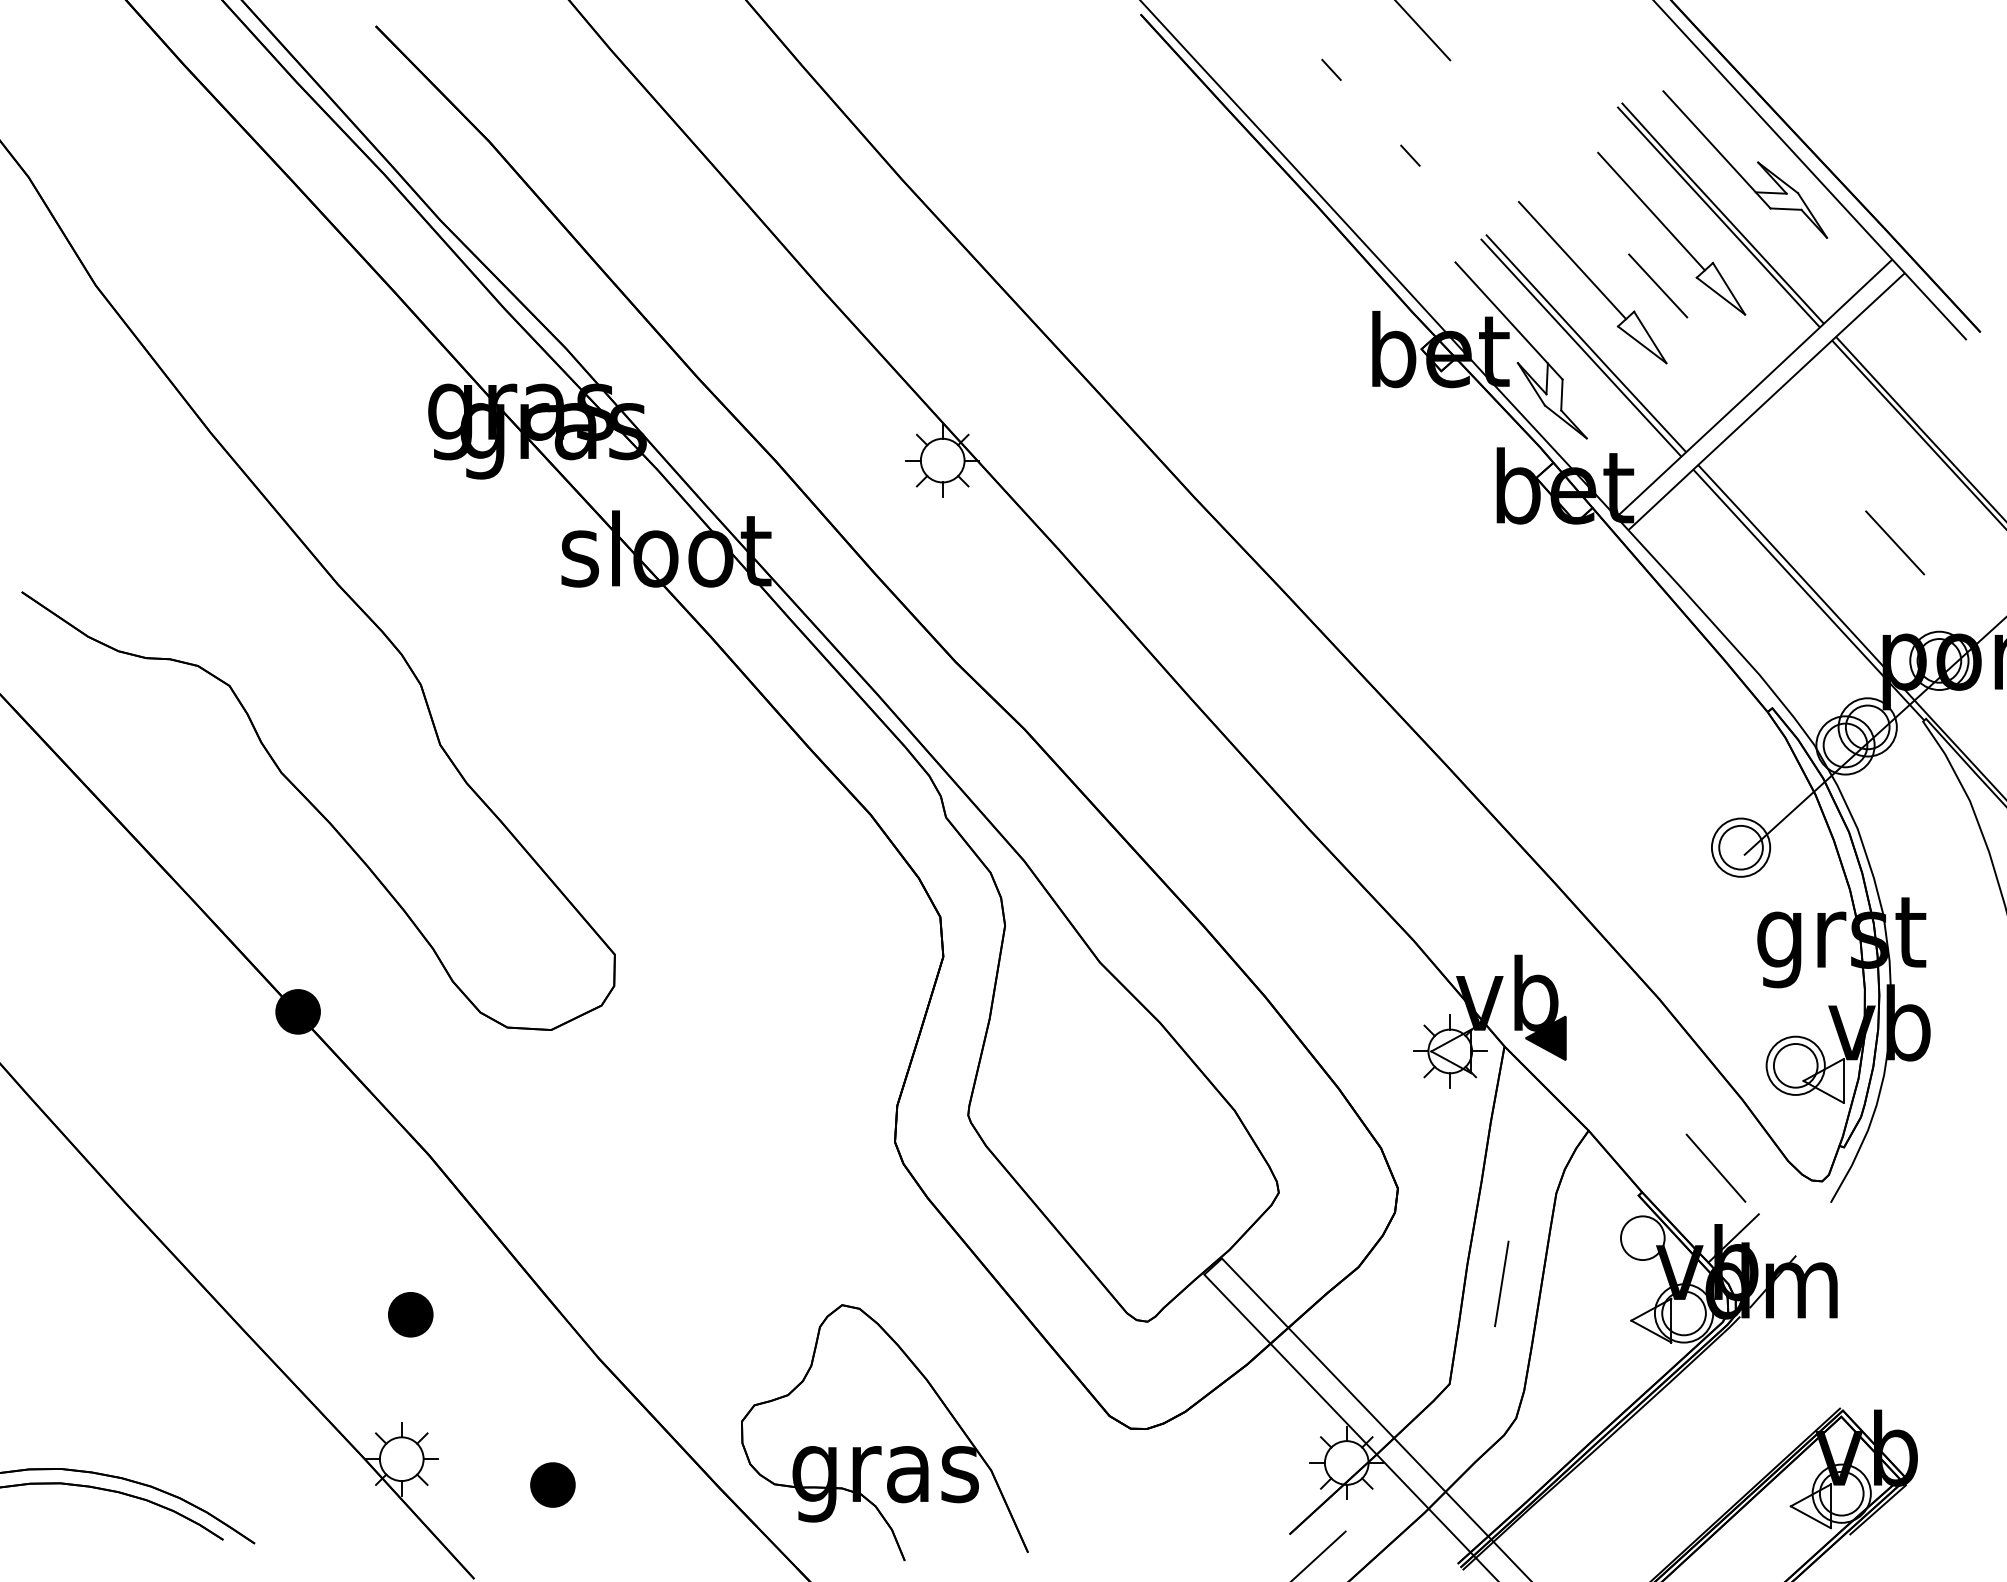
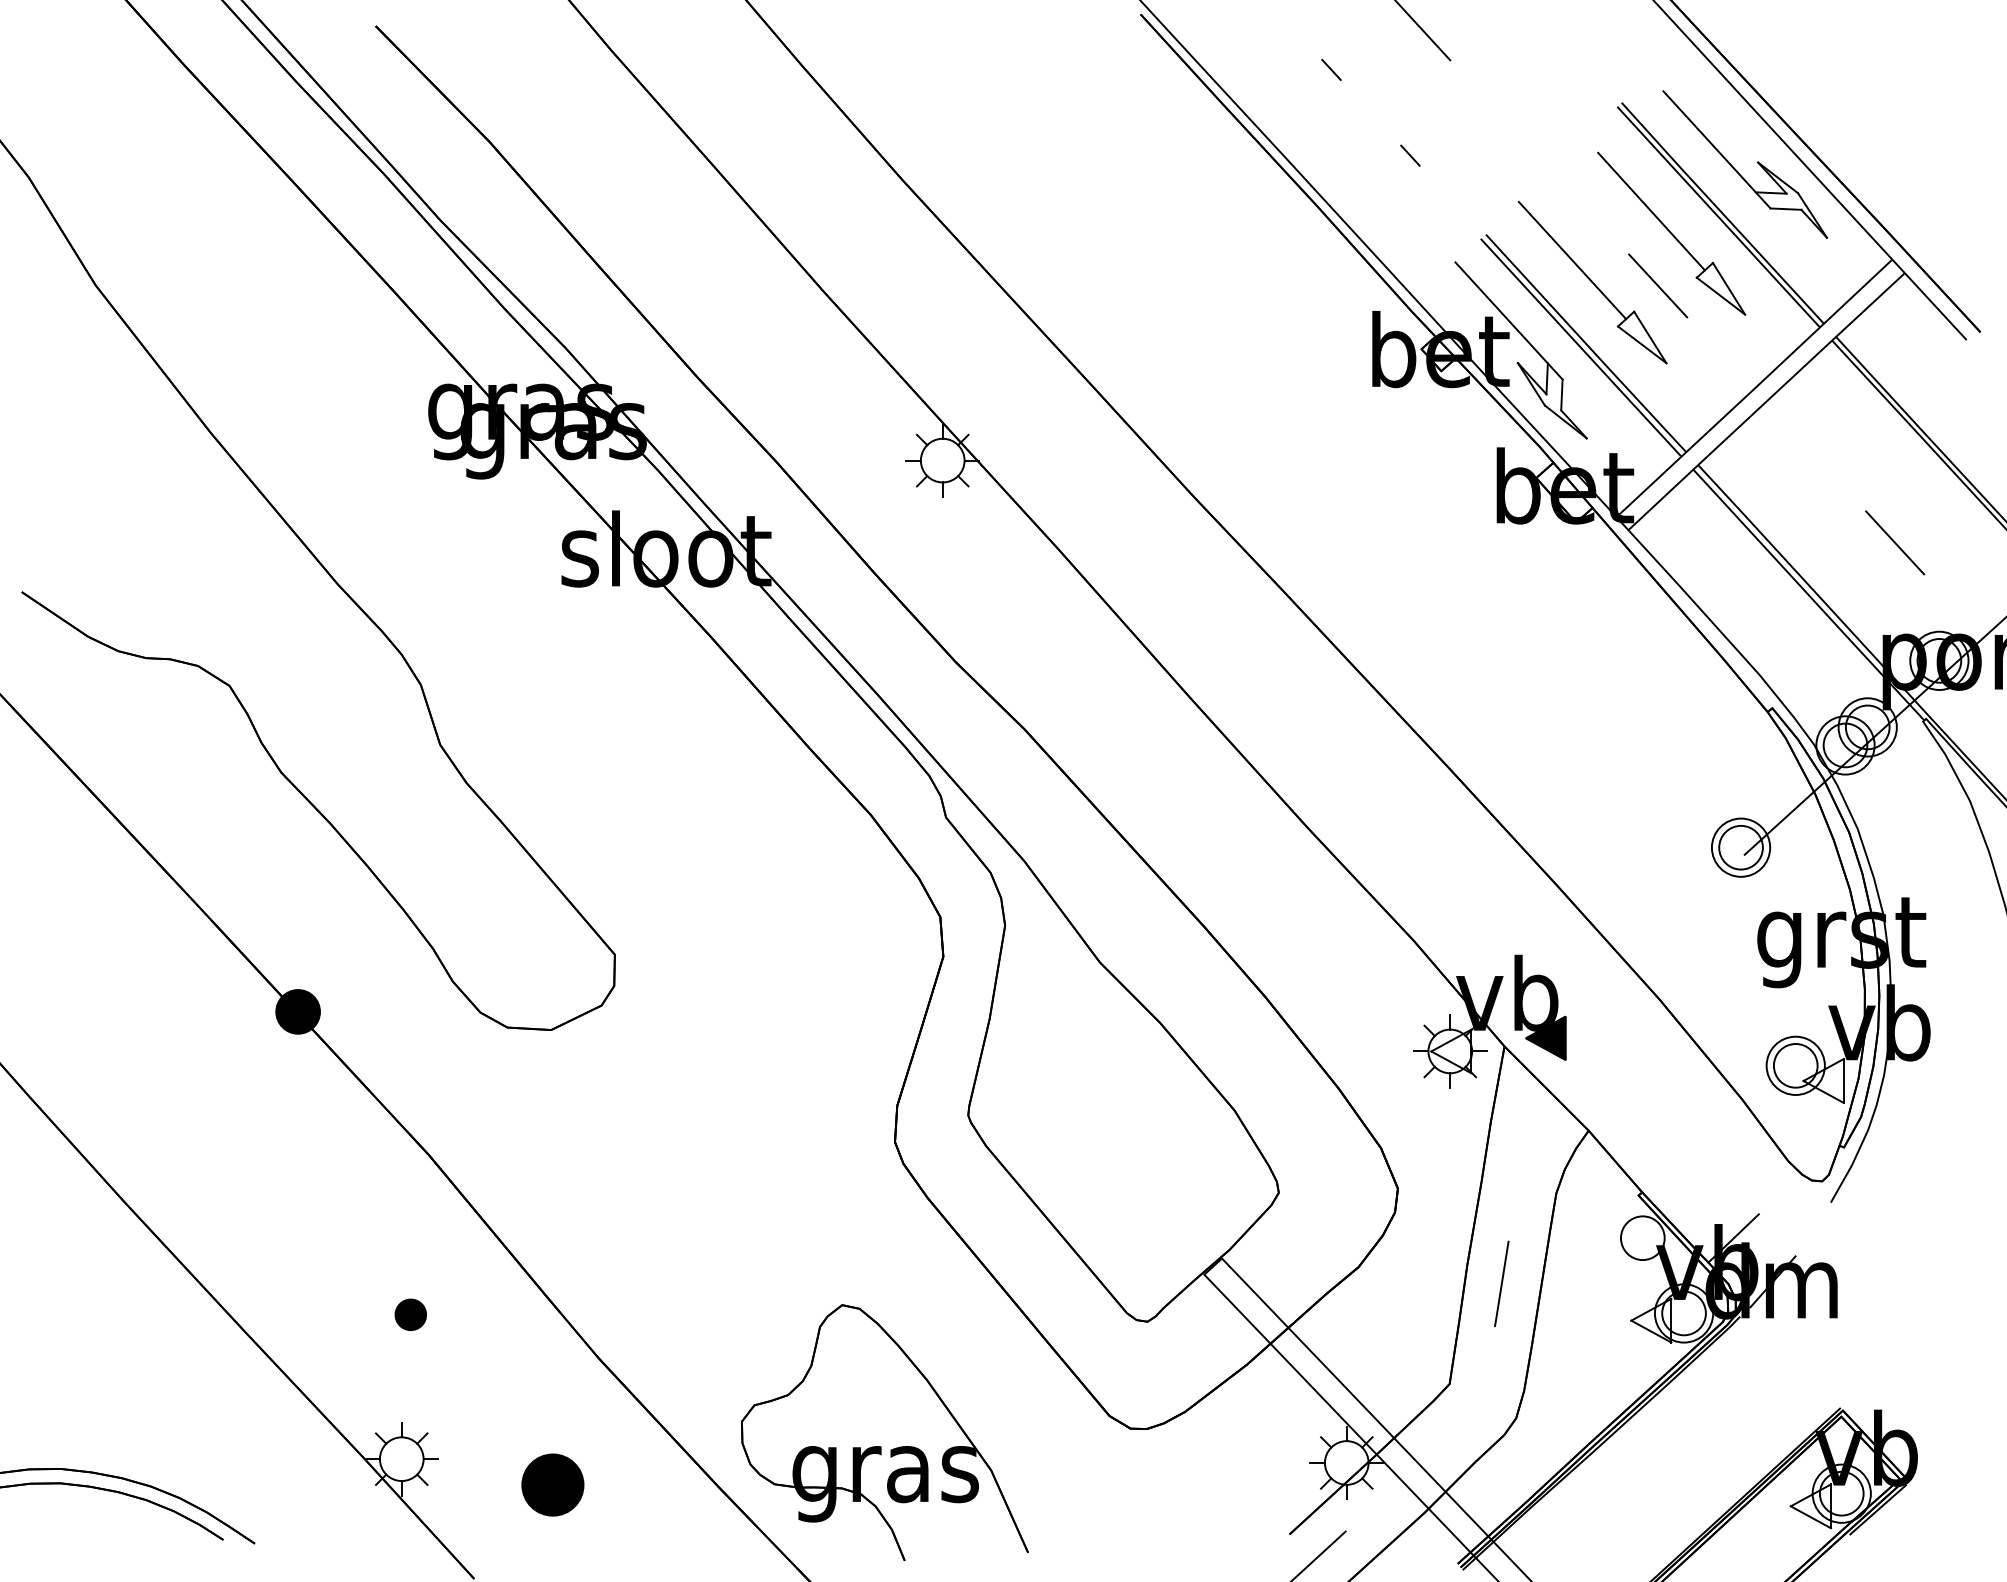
line at (1715, 1167): present -> none
part at (410, 1314) size: 46x46 px -> 33x33 px
part at (552, 1484) size: 46x46 px -> 64x64 px
